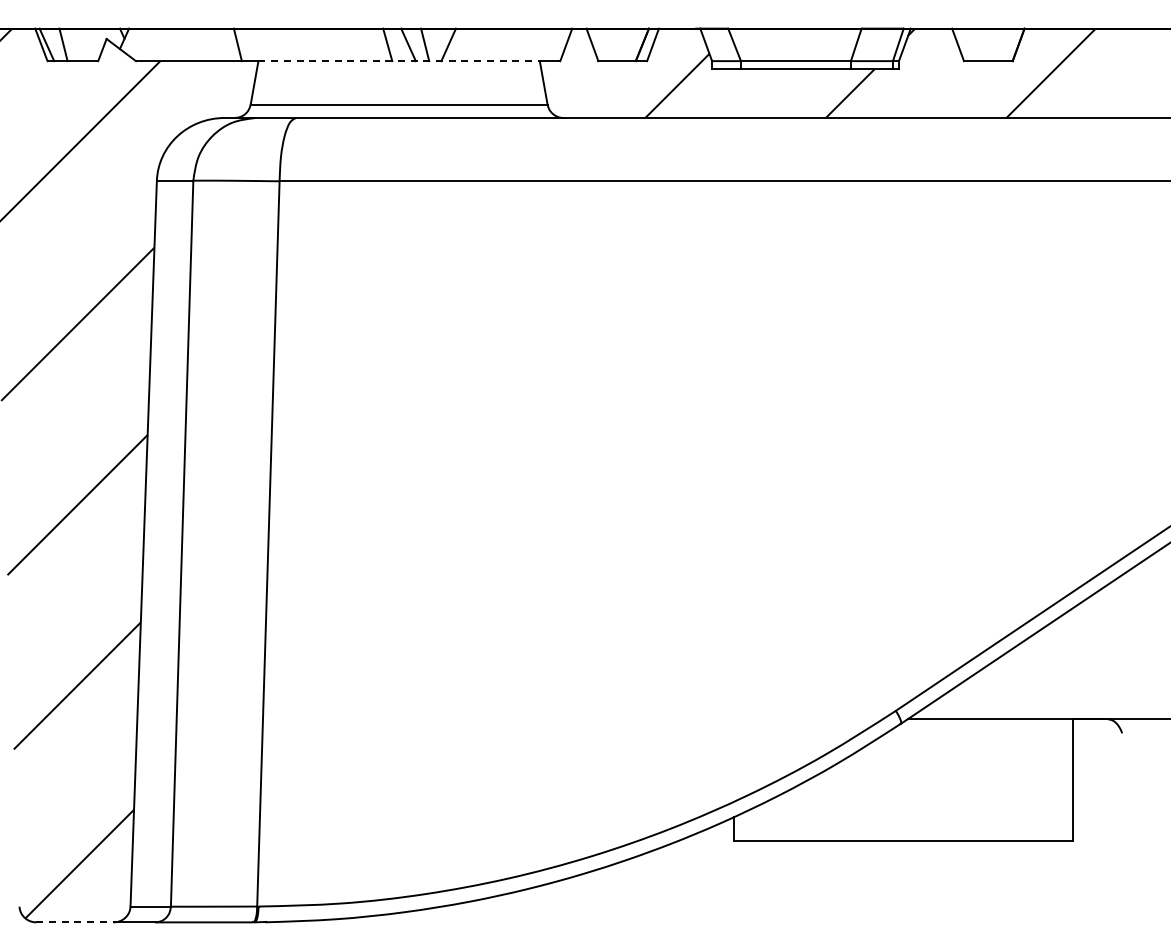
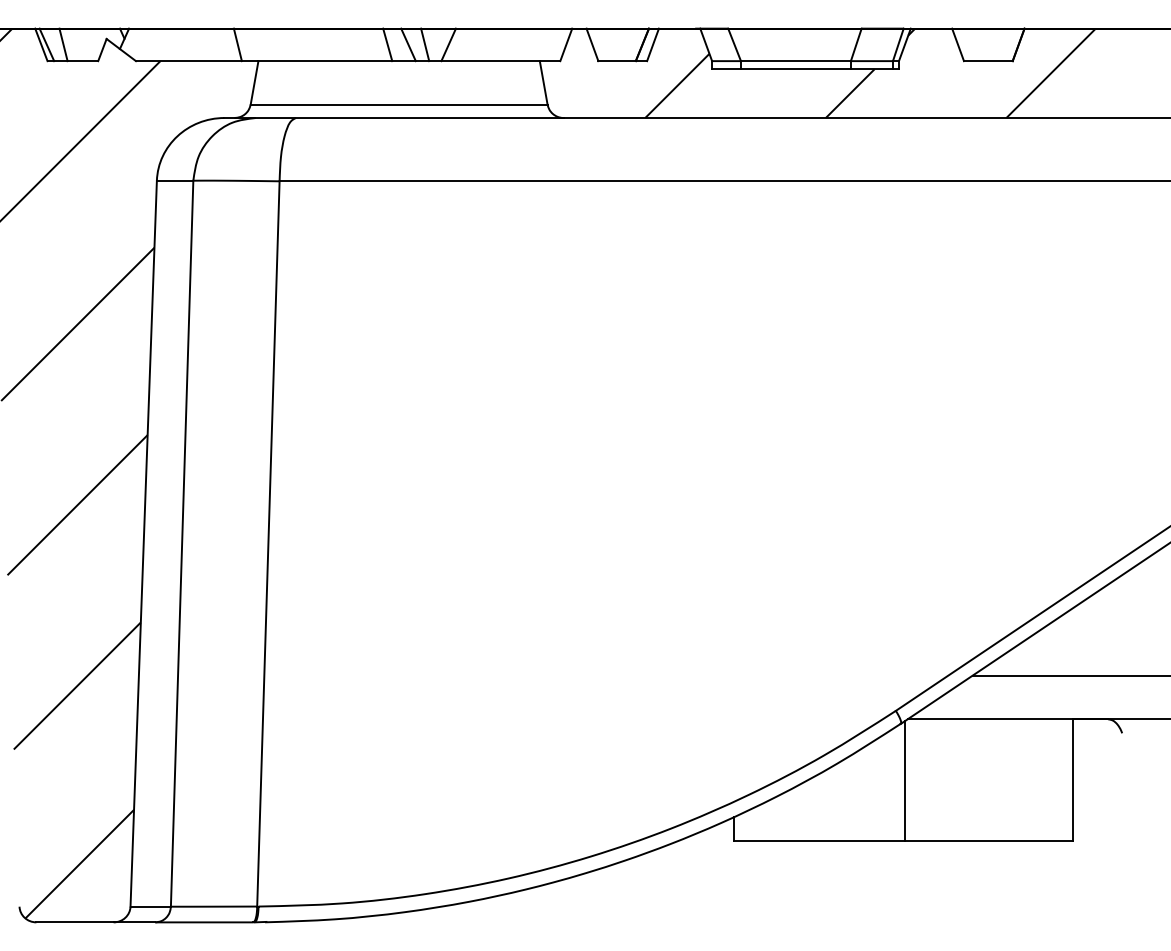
line at (399, 61): dashed -> solid
line at (1069, 675): none -> present
line at (905, 781): none -> present
line at (75, 922): dashed -> solid
